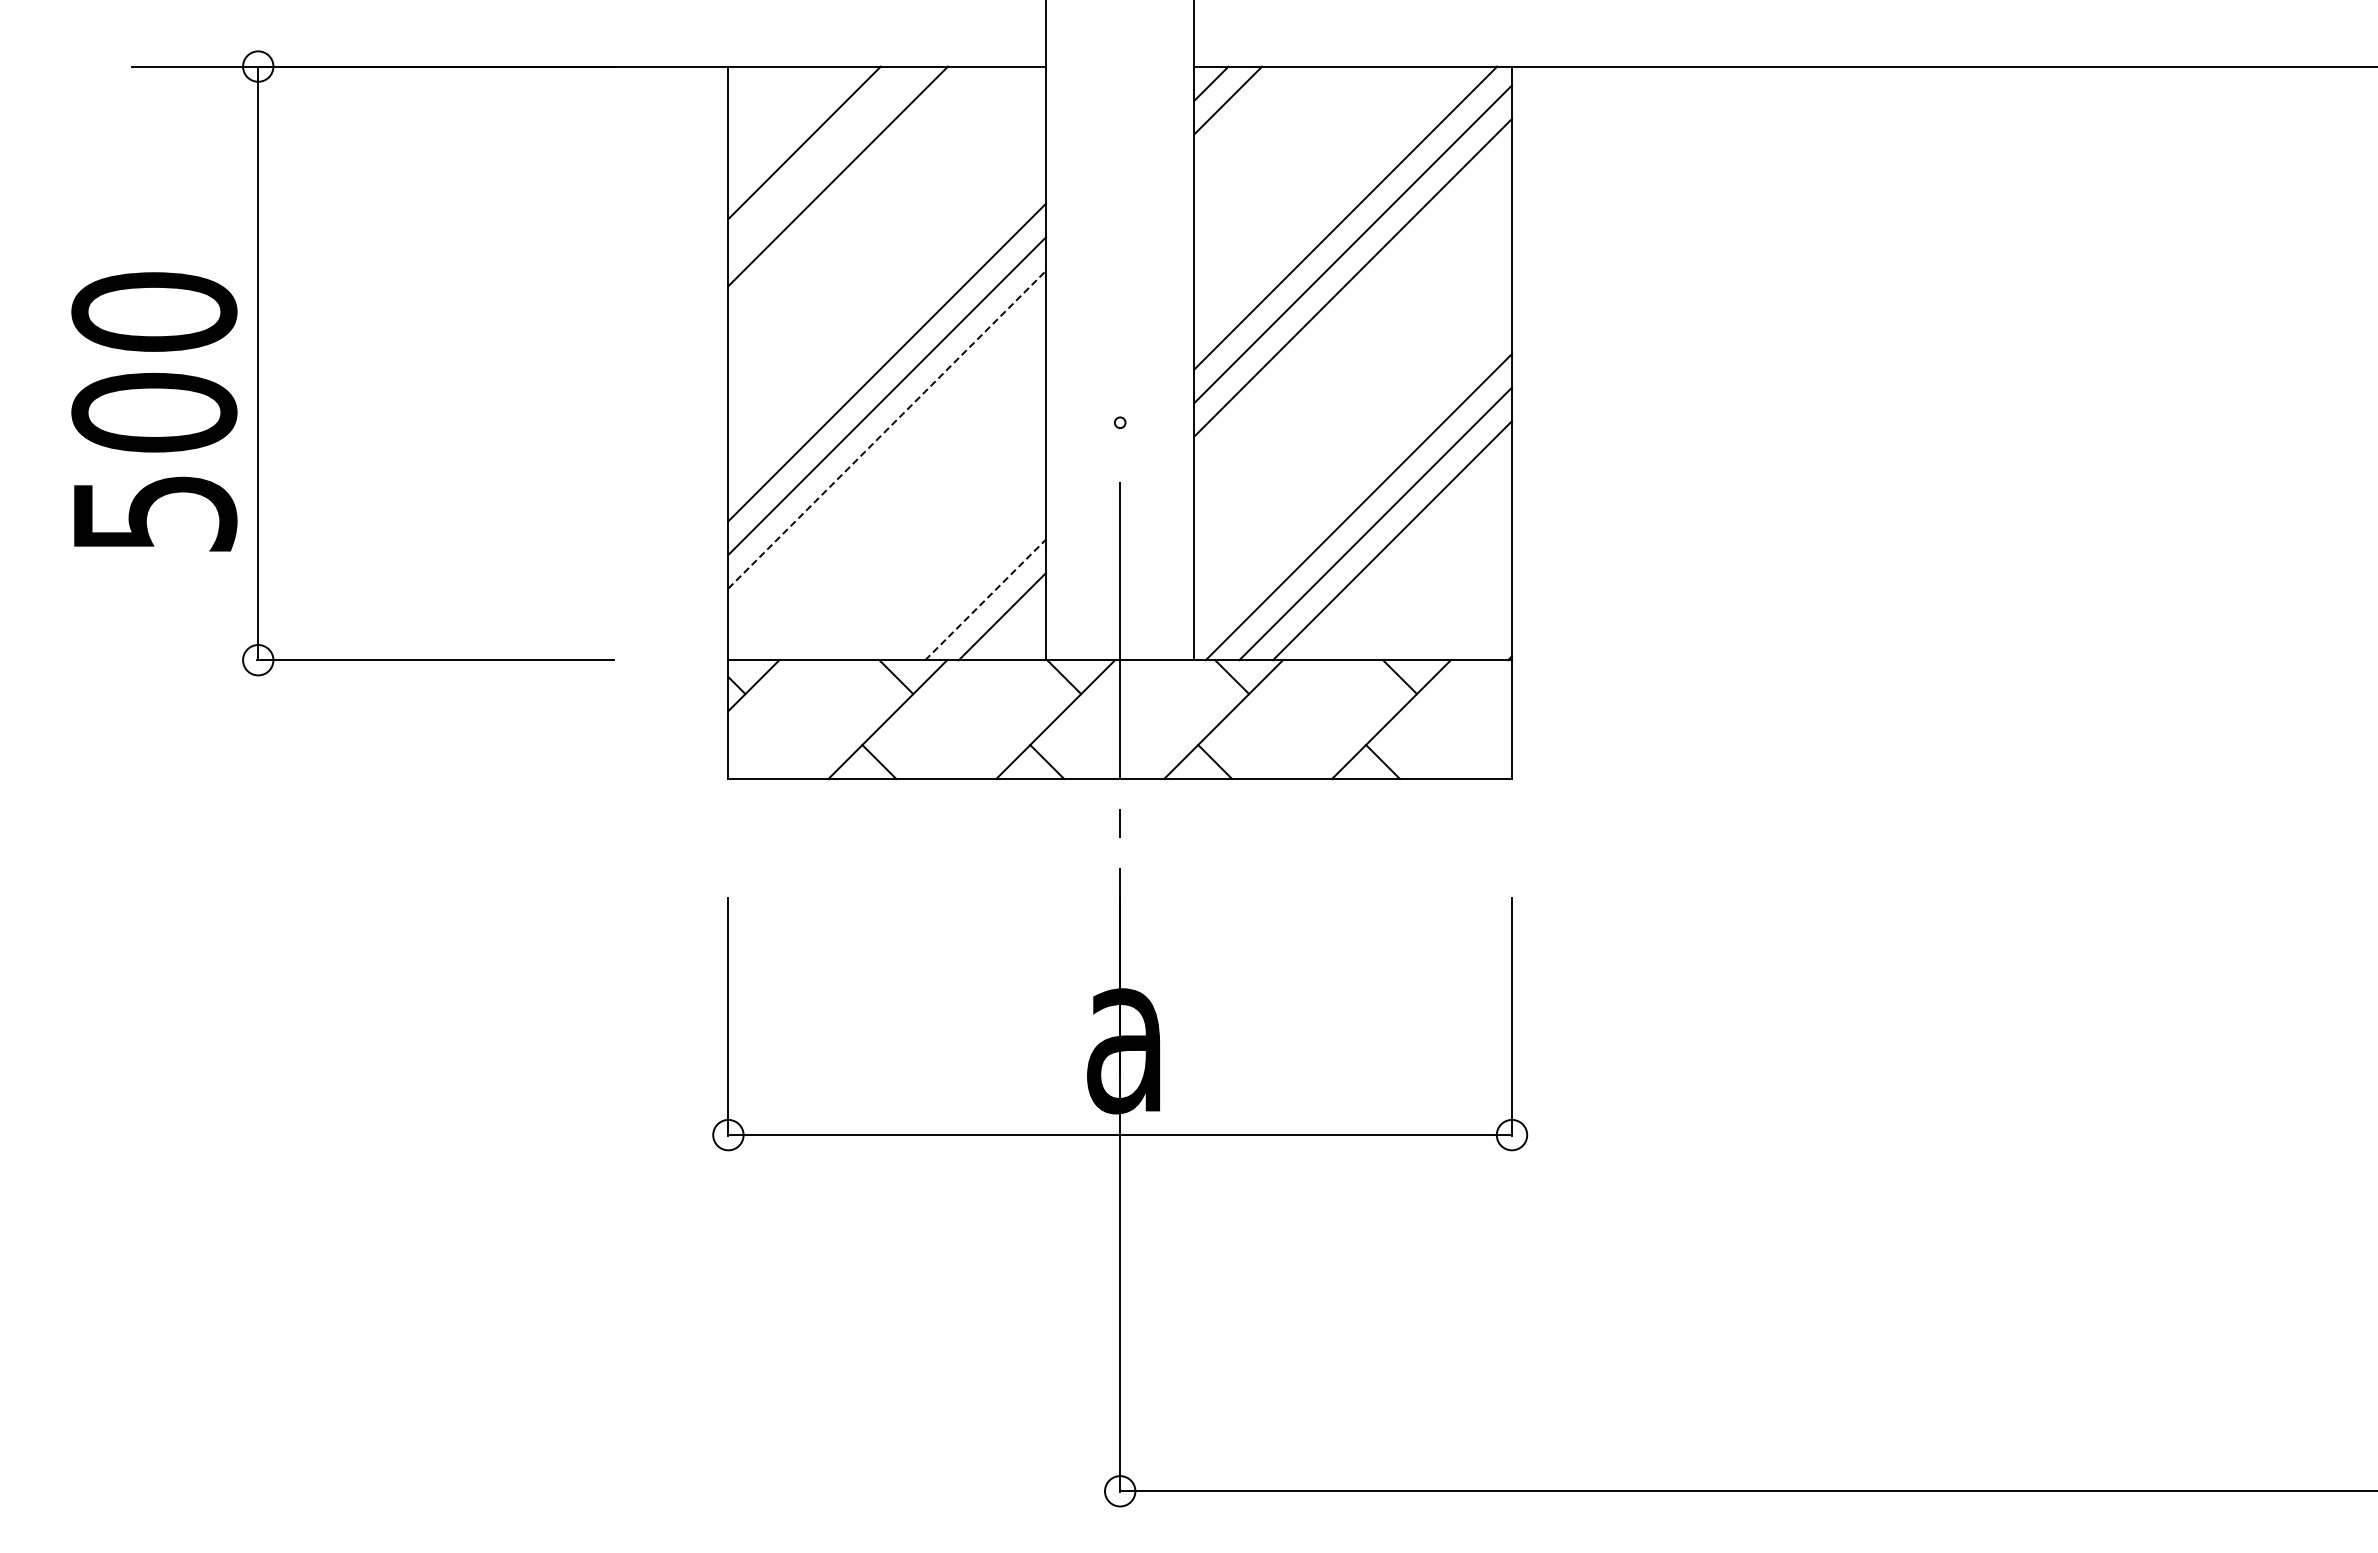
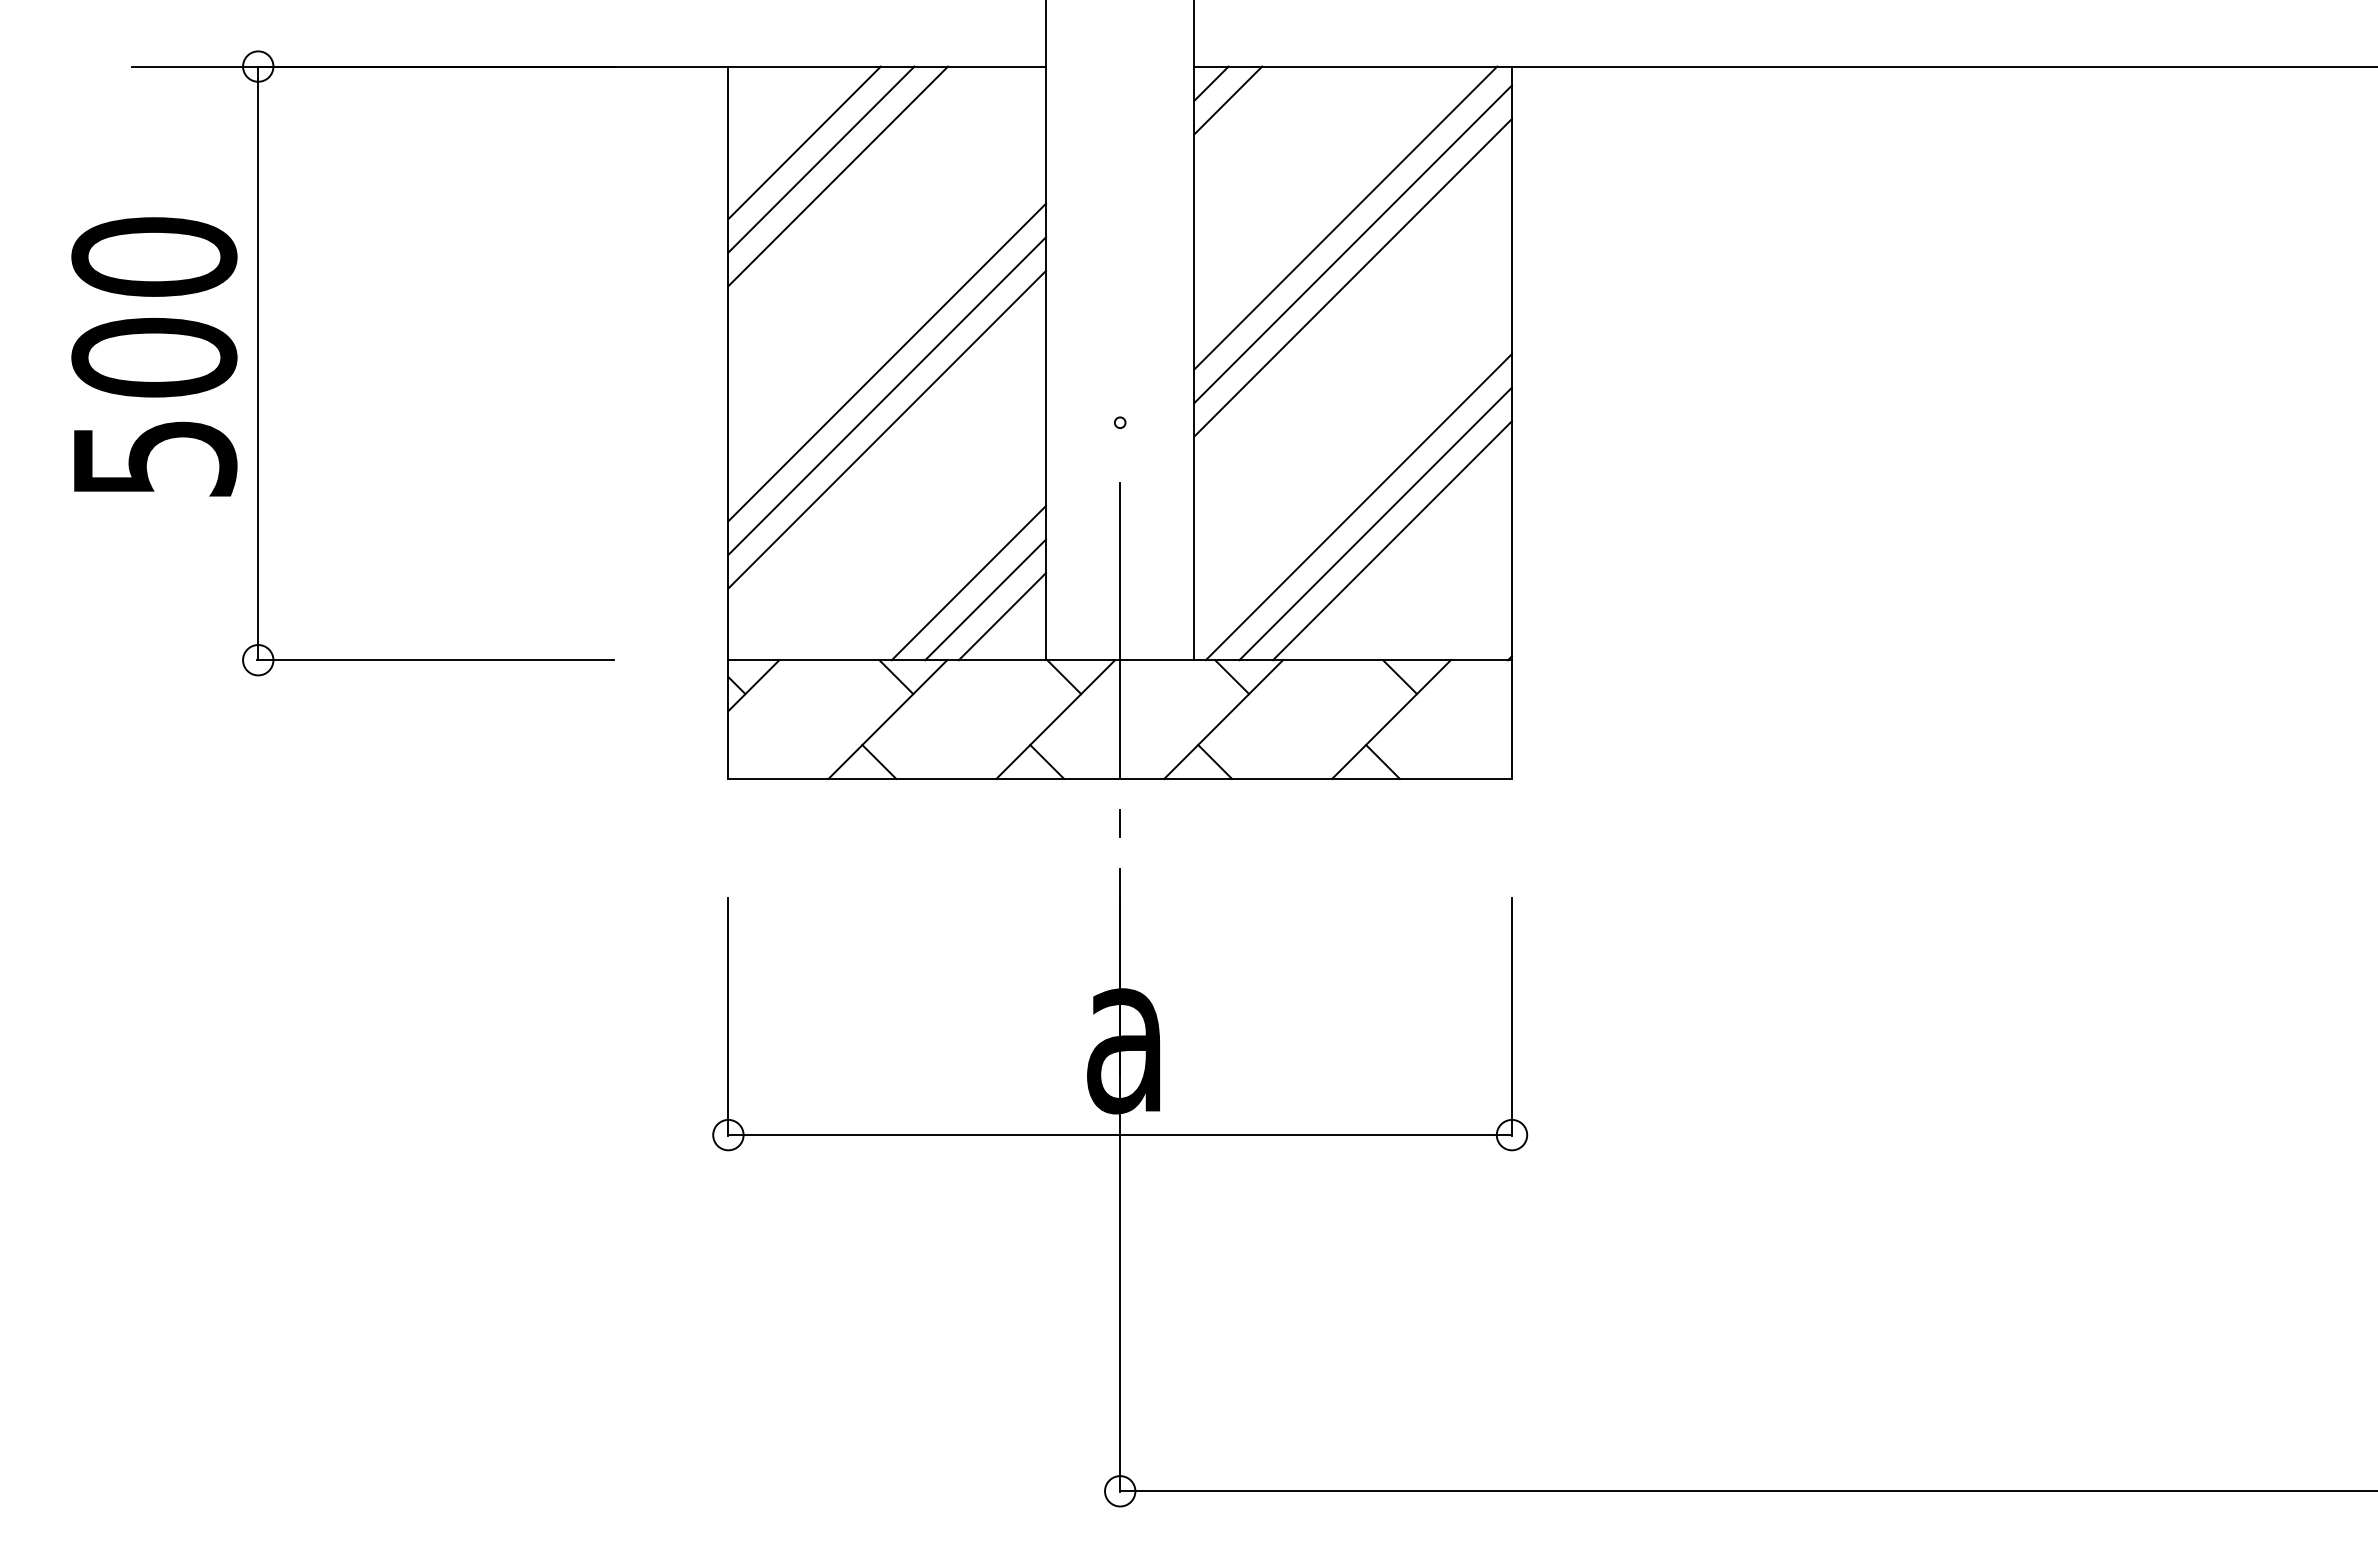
line at (821, 159): none -> present
text at (154, 411) position: (154, 411) -> (154, 356)
line at (887, 429): dashed -> solid
line at (968, 583): none -> present
line at (985, 599): dashed -> solid
